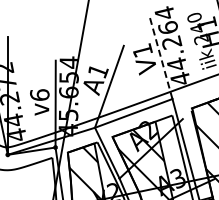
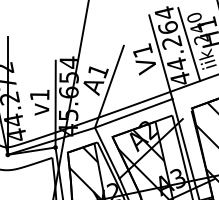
line at (189, 44): none -> present
line at (160, 56): dashed -> solid
text at (39, 94): v6 -> v1
